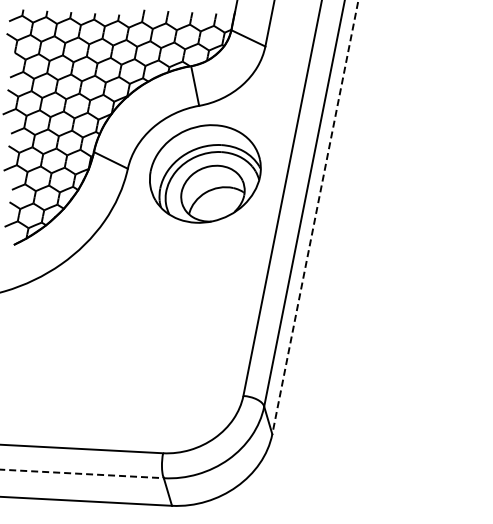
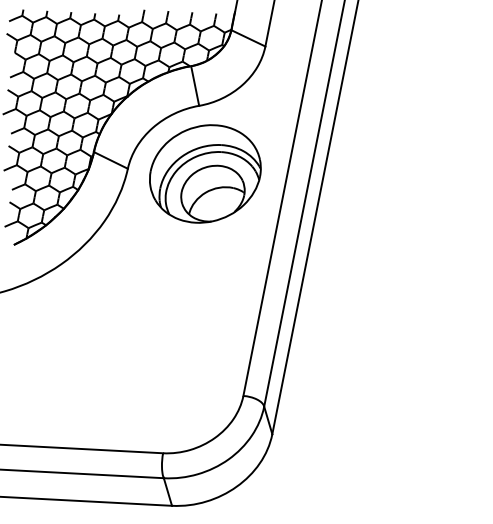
line at (315, 217): dashed -> solid
line at (81, 473): dashed -> solid
